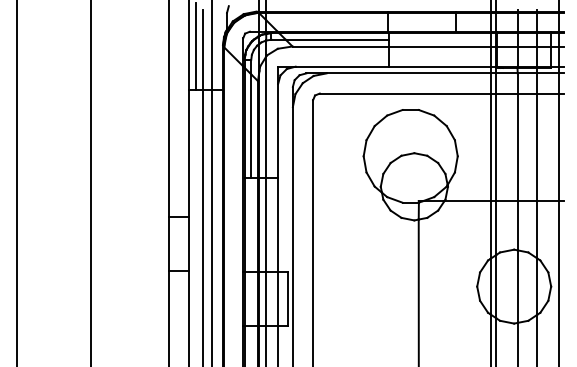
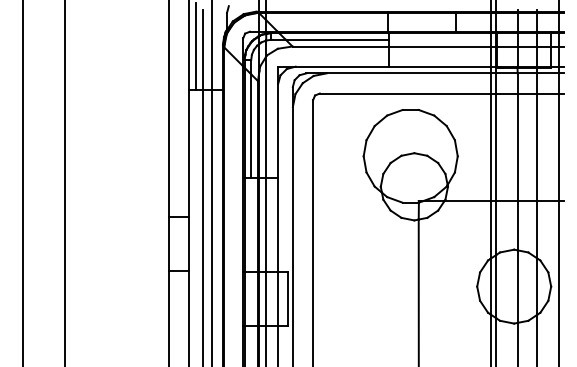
line at (17, 182) position: (17, 182) -> (23, 182)
line at (91, 182) position: (91, 182) -> (65, 182)
